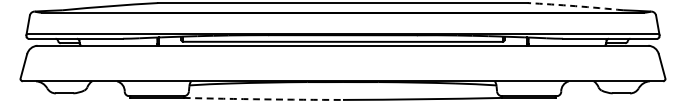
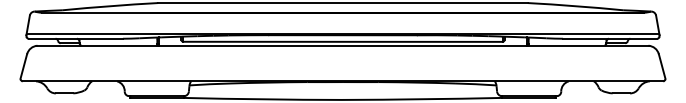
arc at (575, 6): dashed -> solid
arc at (263, 99): dashed -> solid
